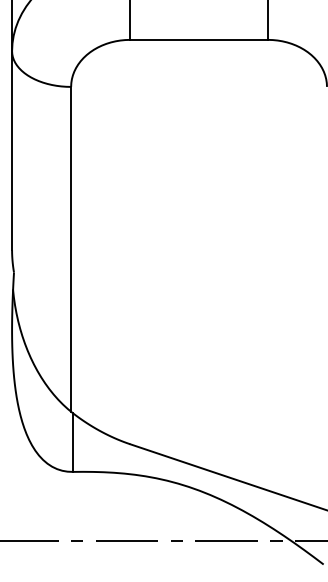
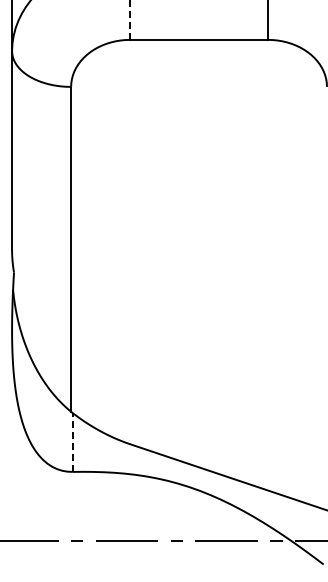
line at (130, 19): solid -> dashed
line at (72, 442): solid -> dashed
